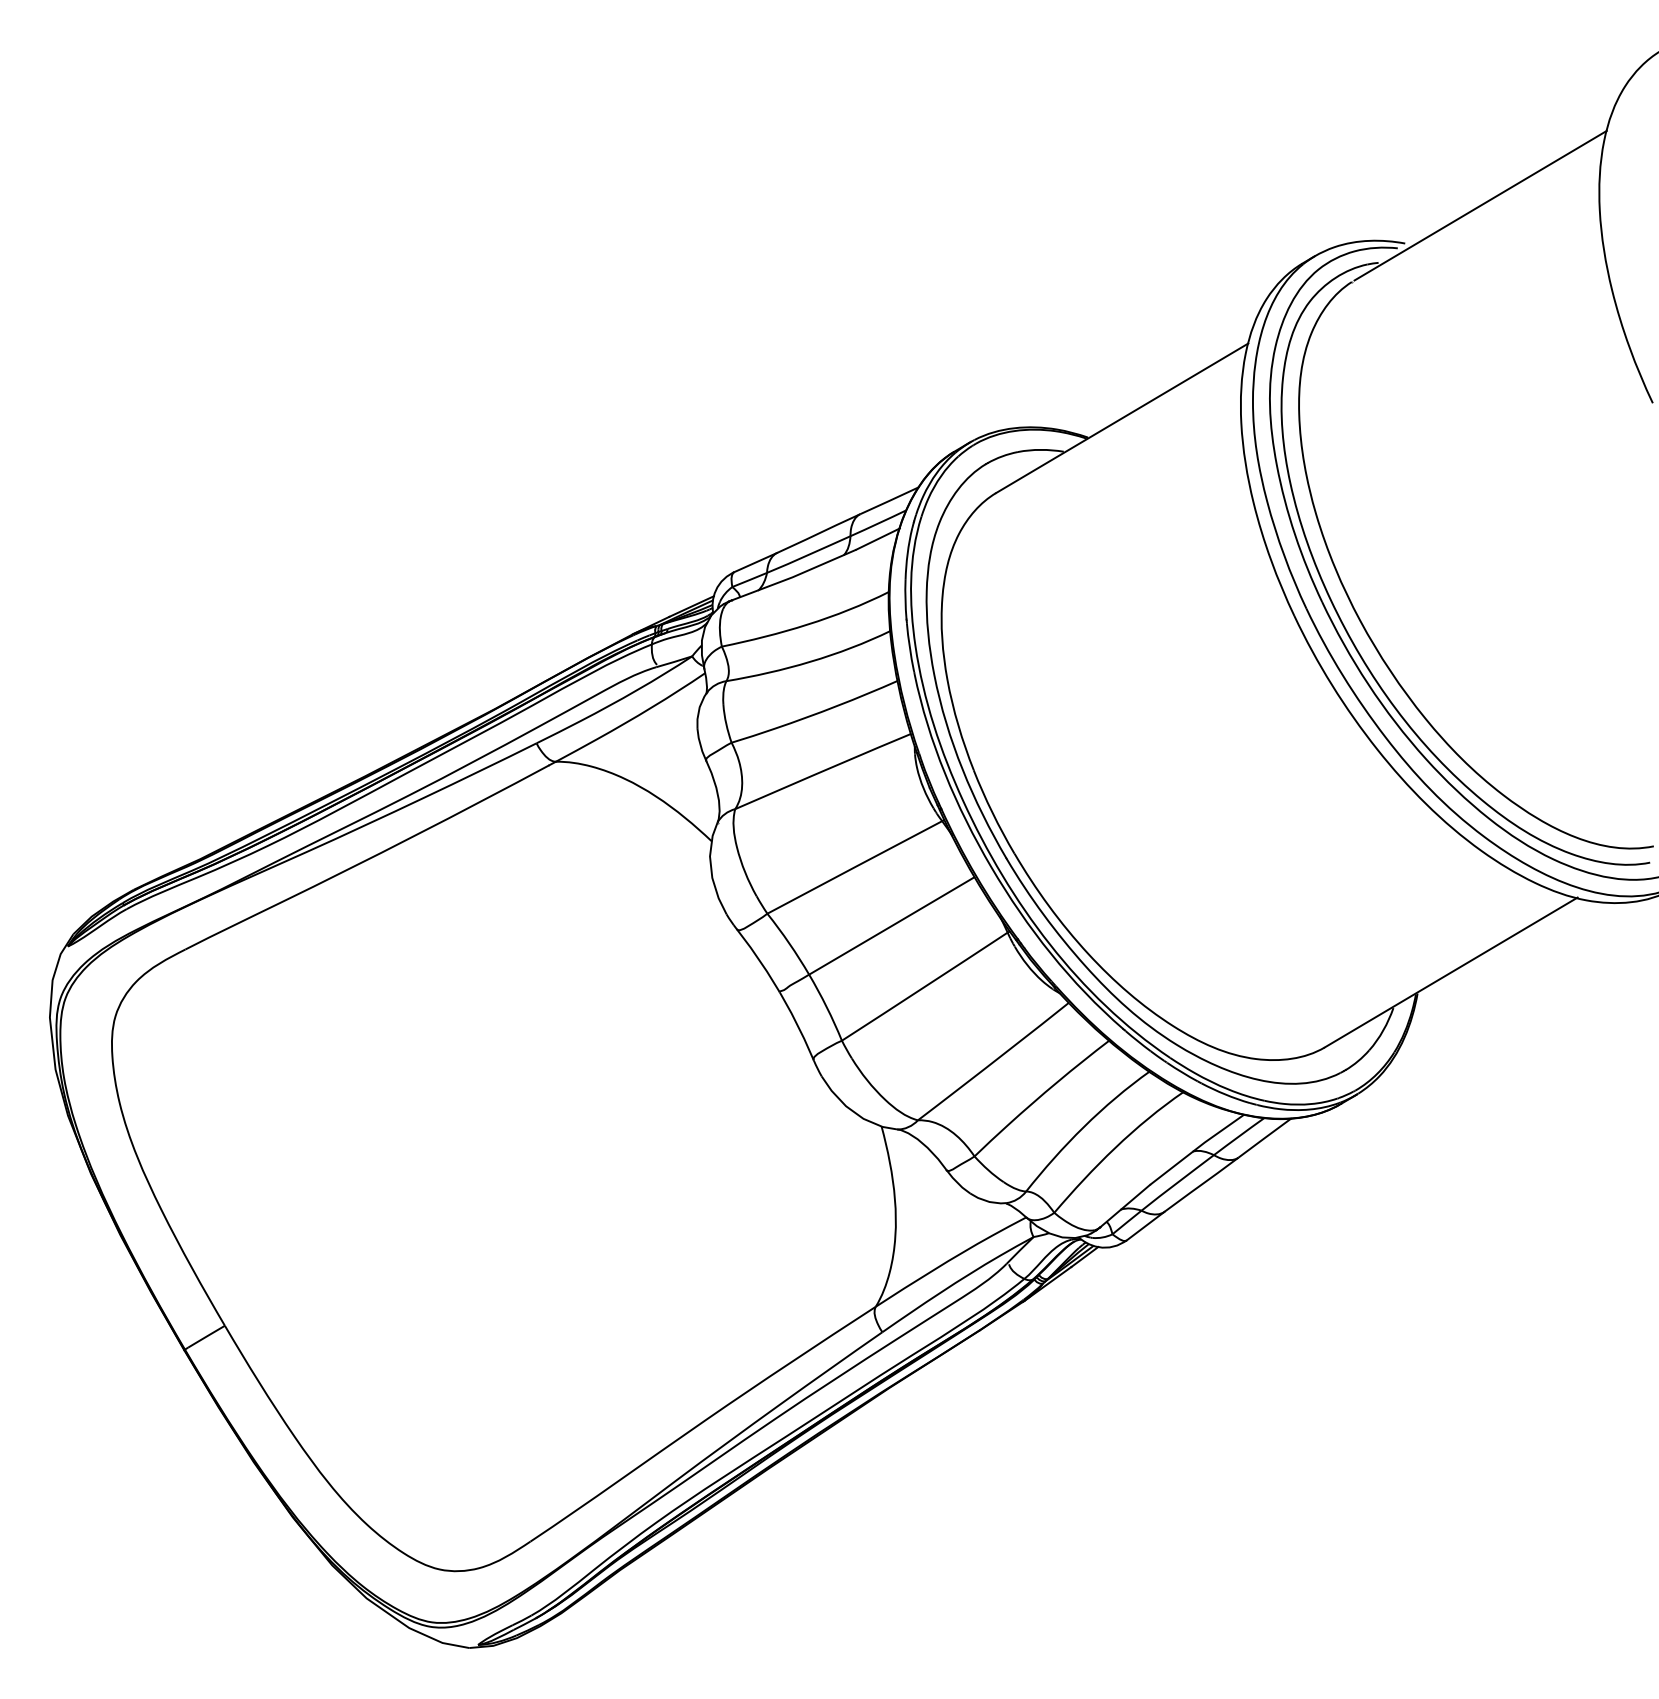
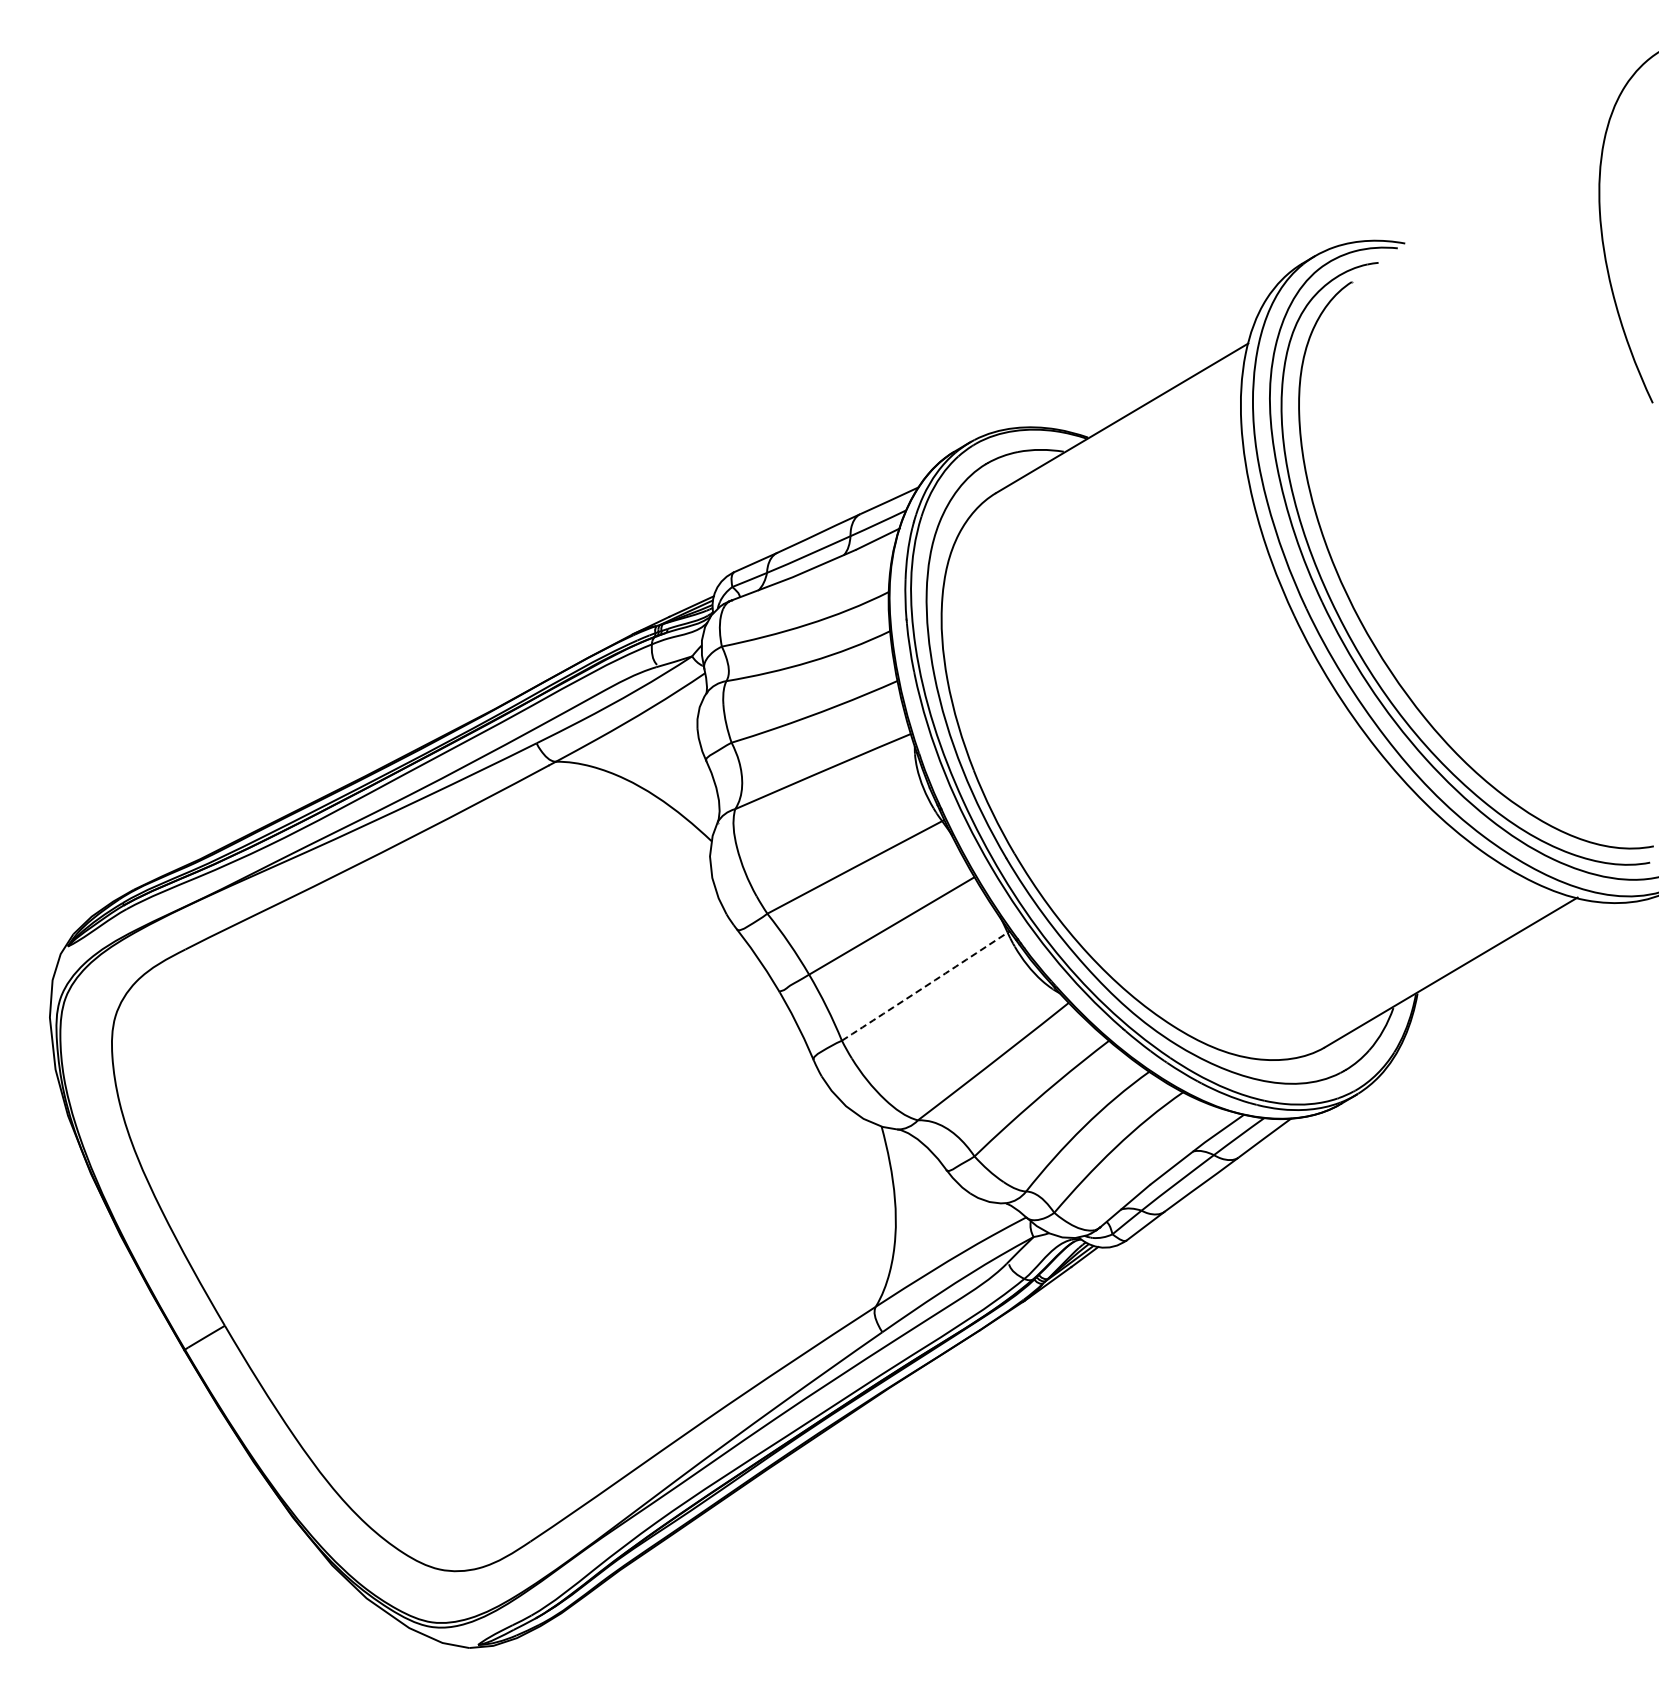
line at (1480, 205): present -> none
arc at (924, 986): solid -> dashed
